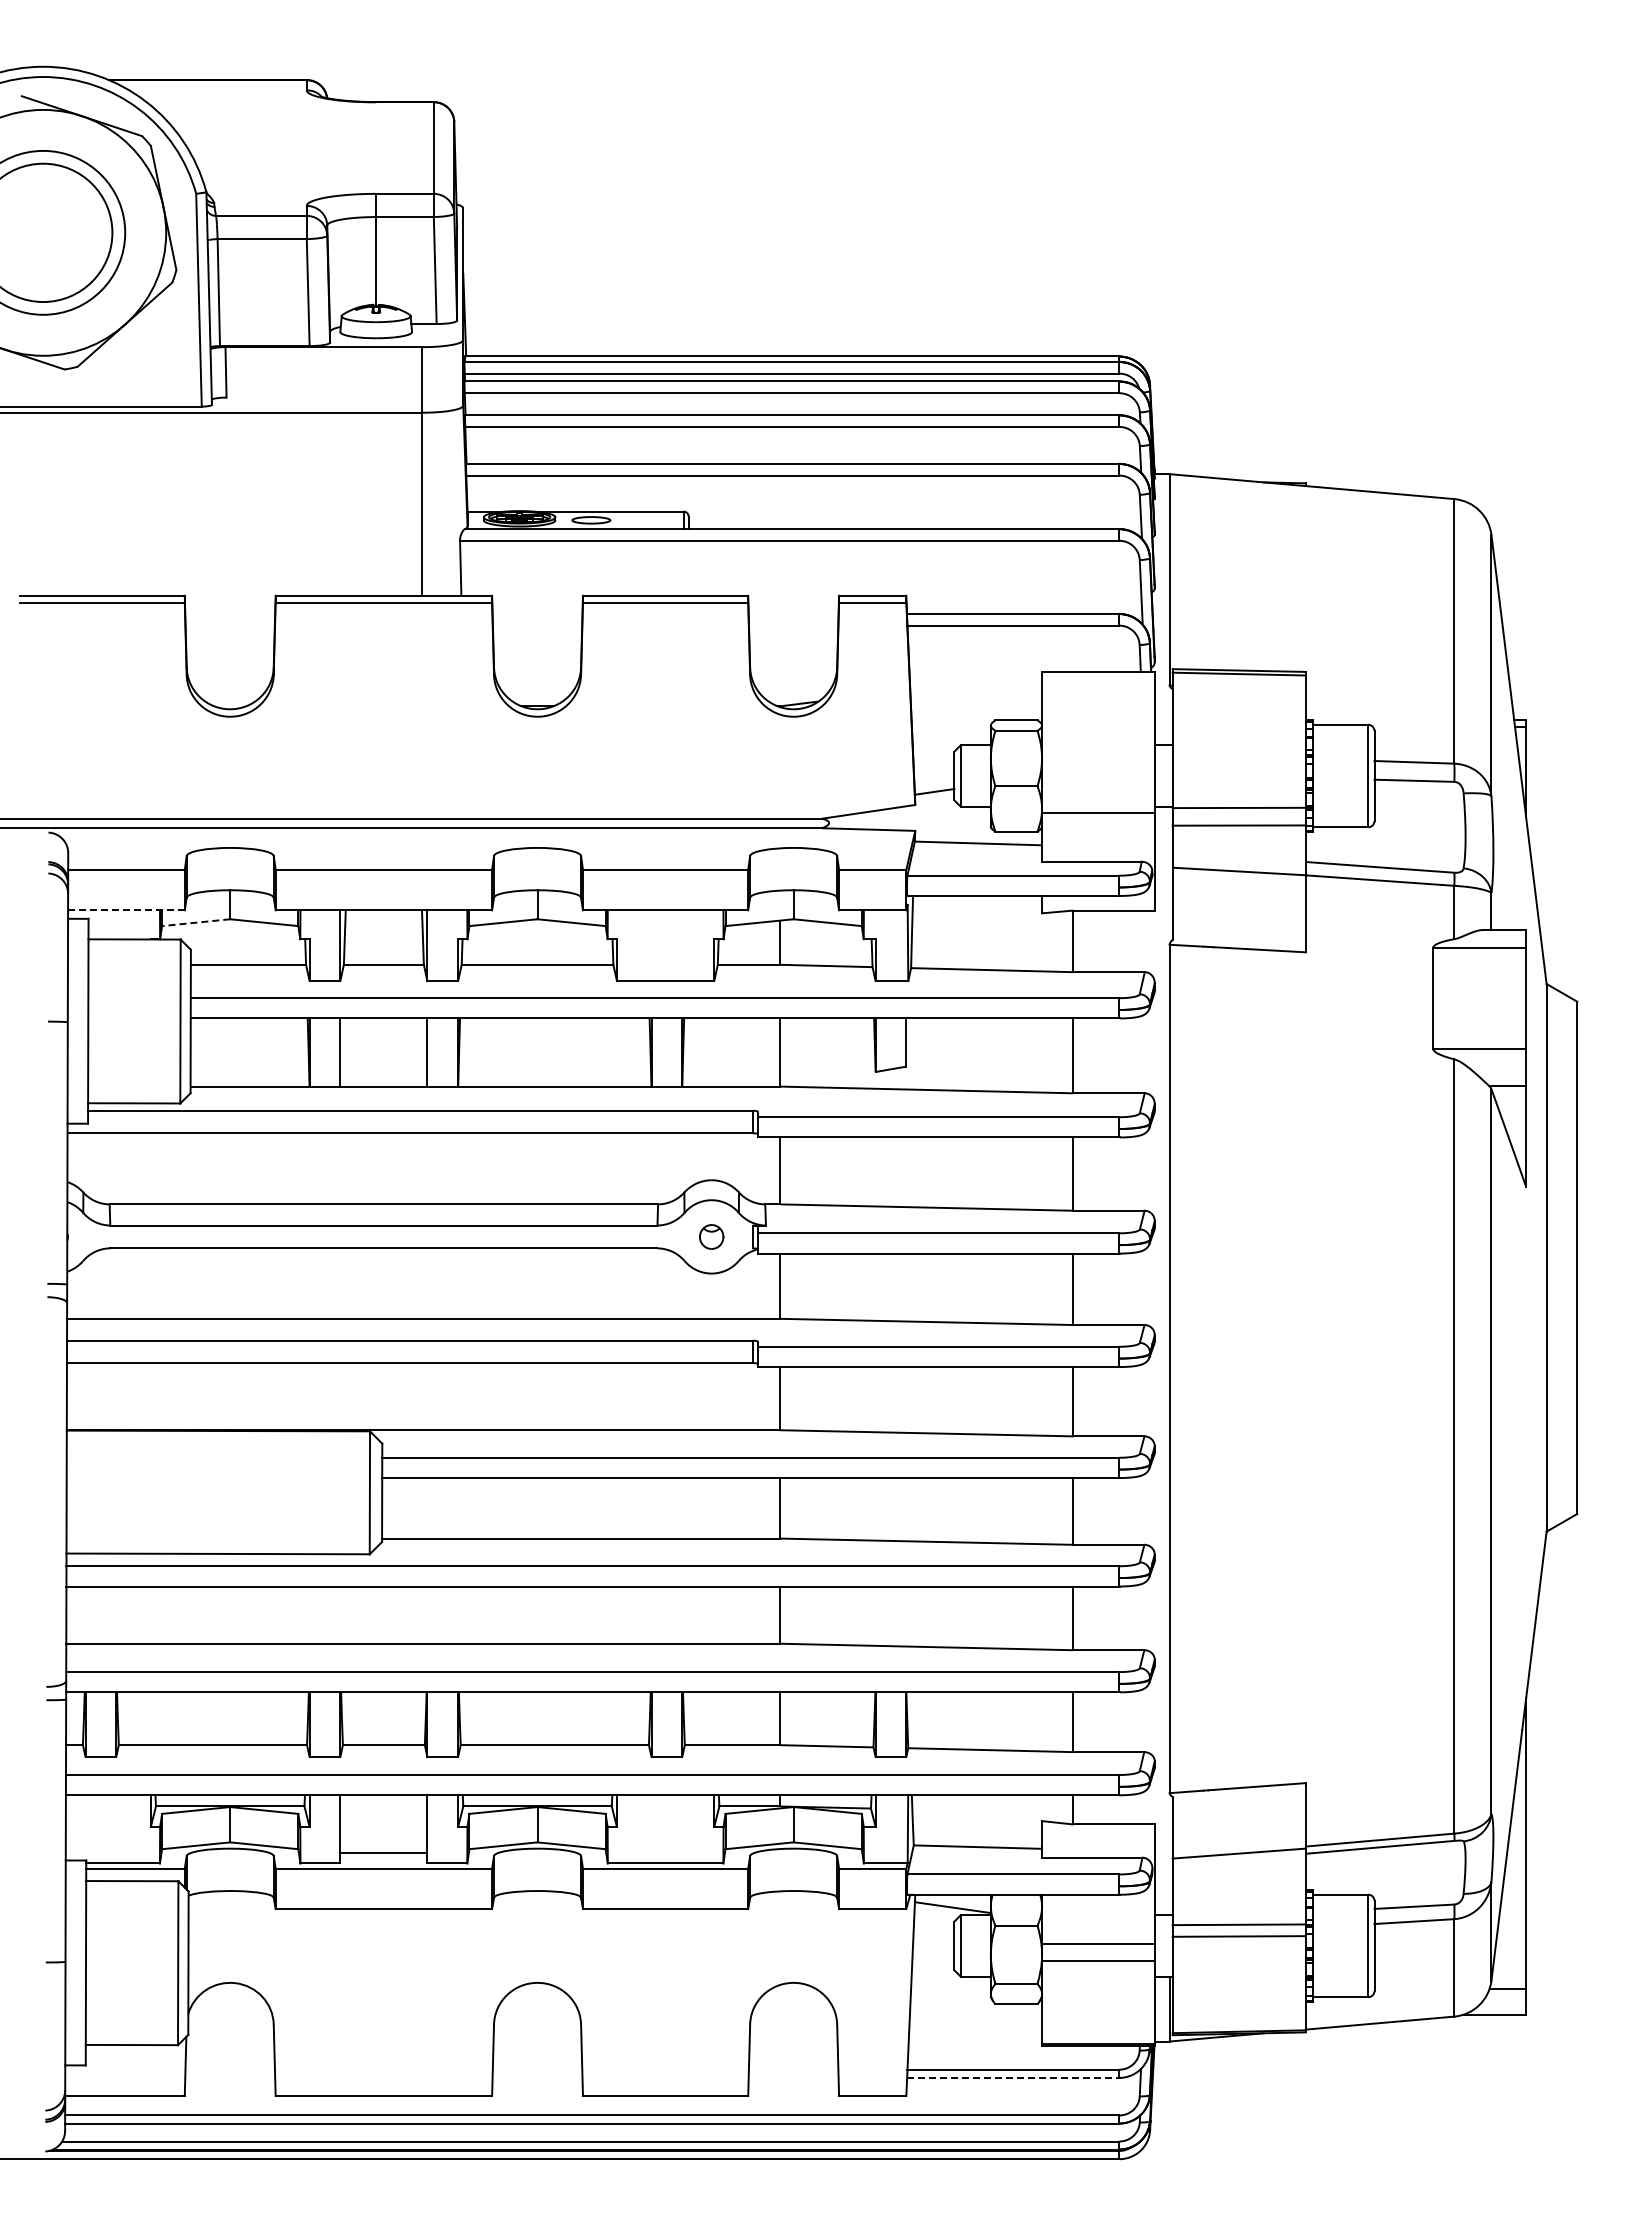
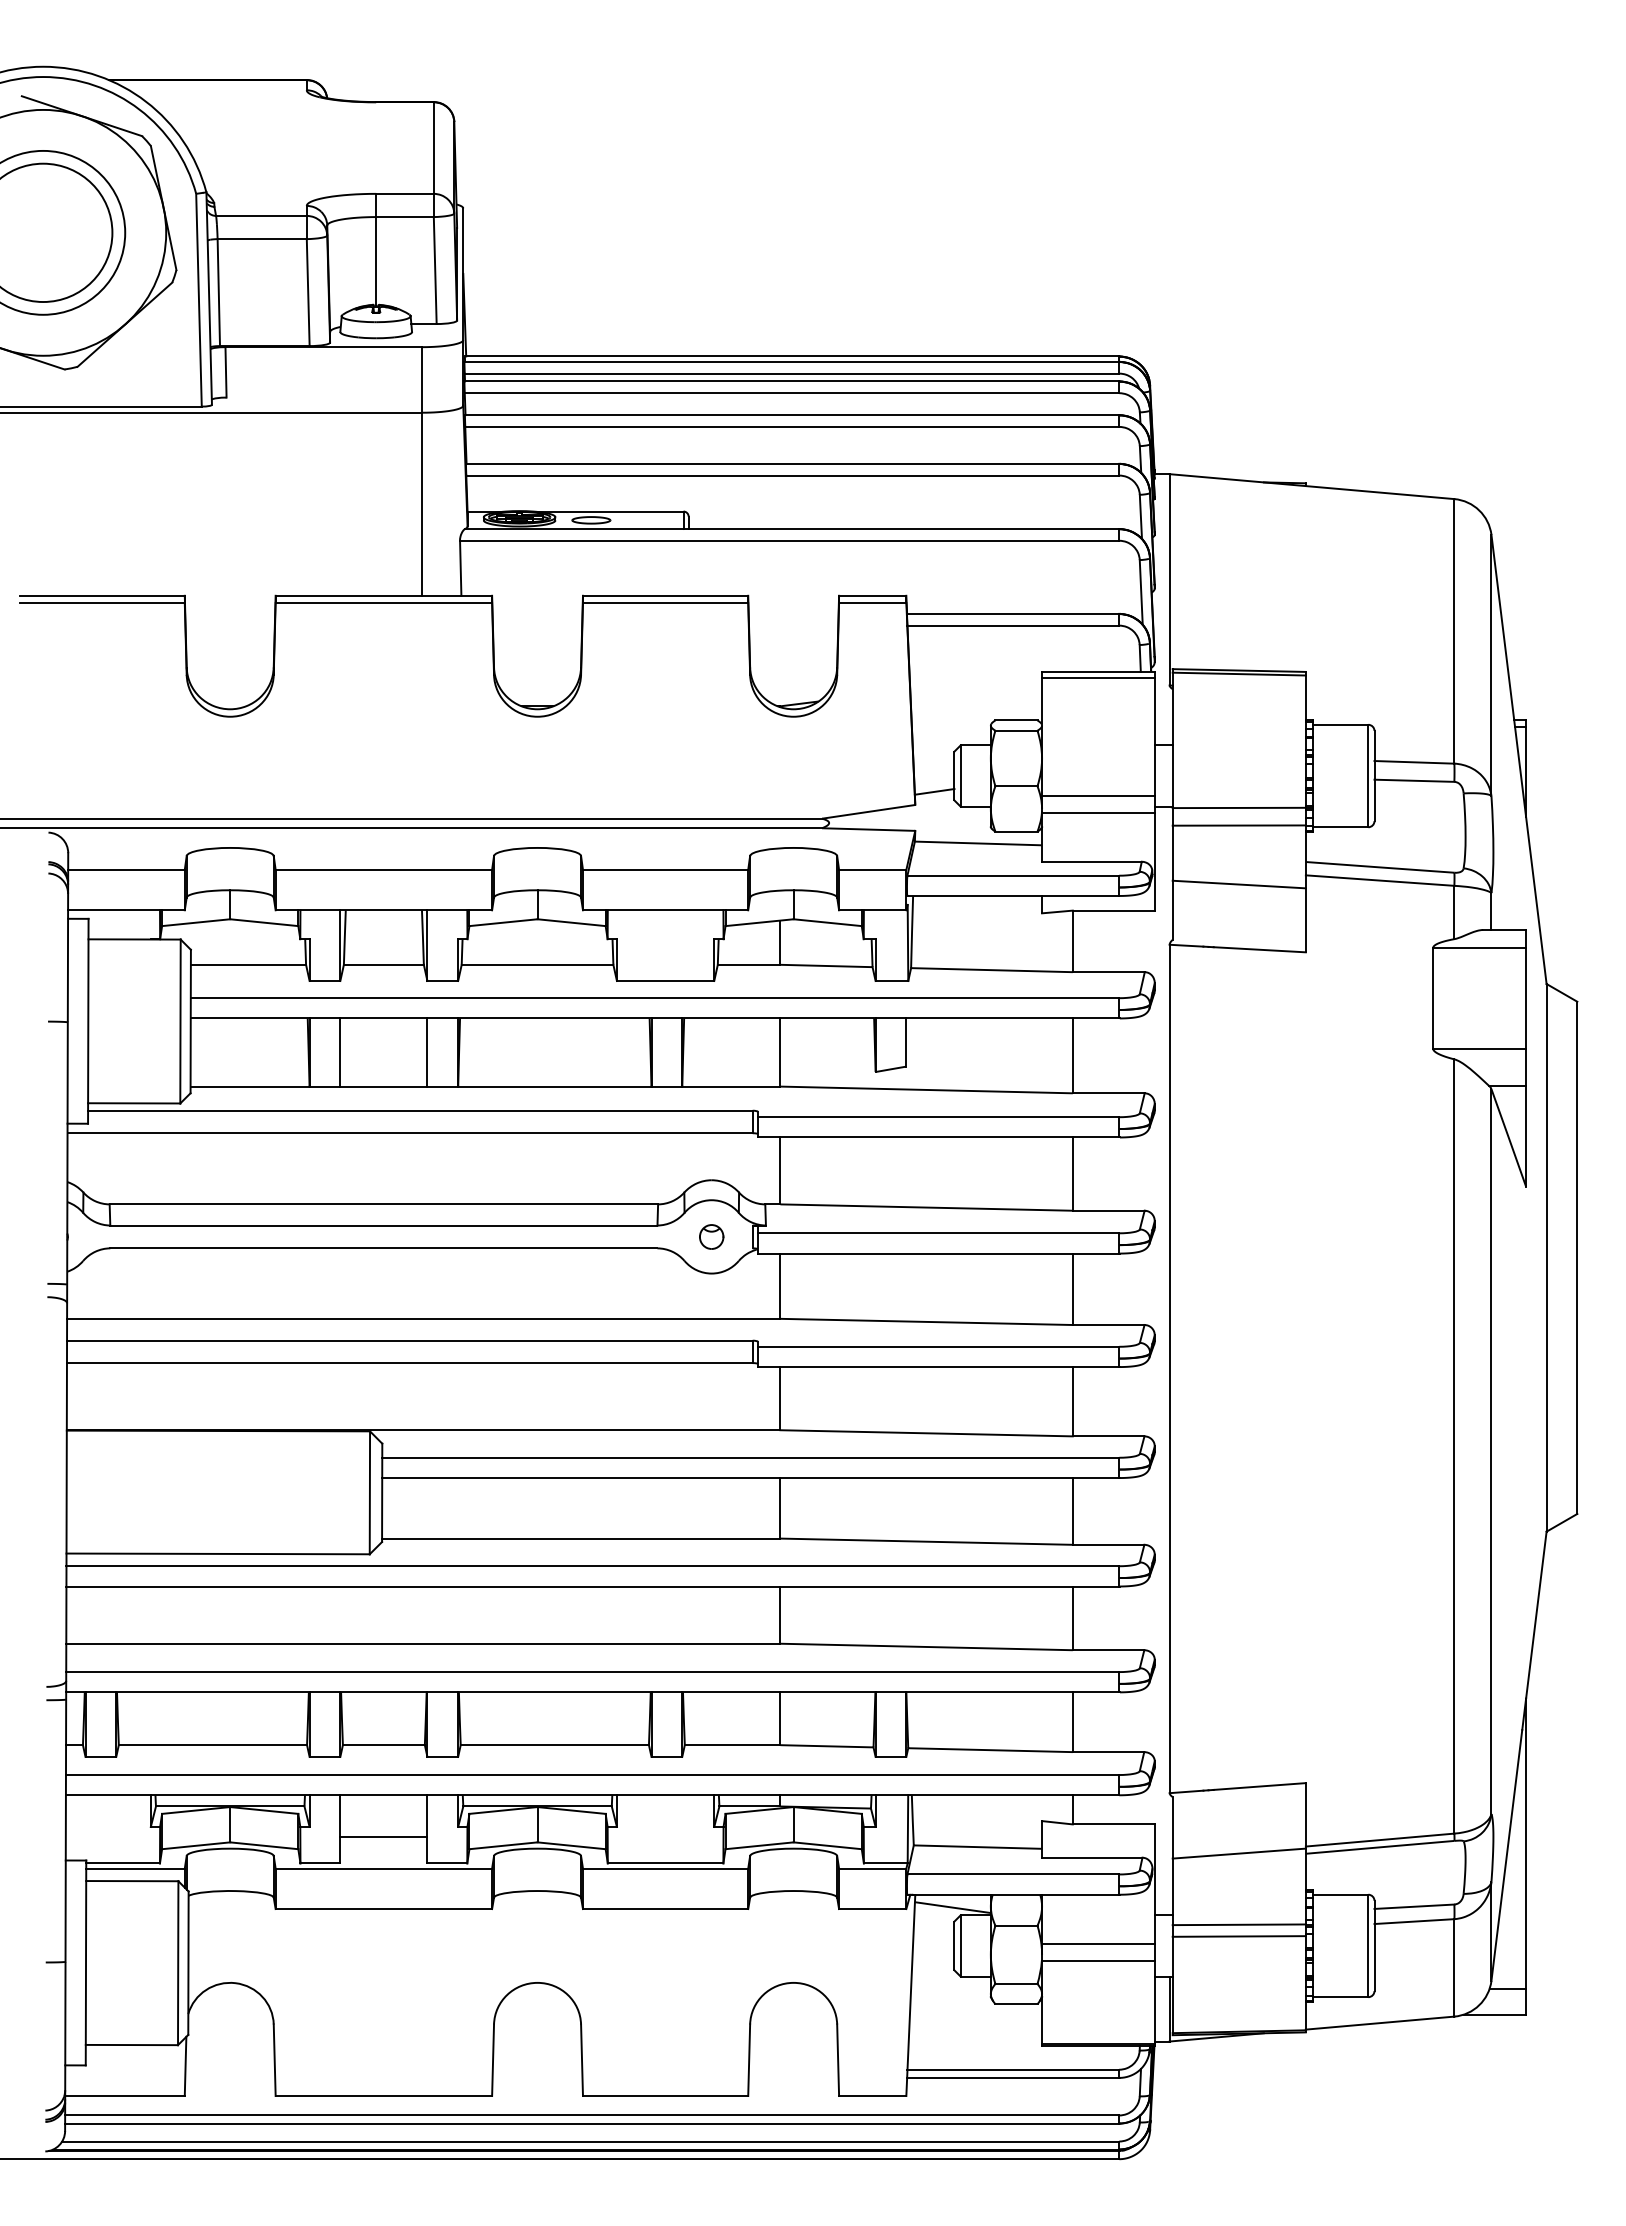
line at (1098, 677): none -> present
line at (1098, 795): none -> present
line at (1239, 871) position: (1239, 871) -> (1238, 884)
line at (126, 910): dashed -> solid
line at (195, 922): dashed -> solid
line at (383, 1852) position: (383, 1852) -> (383, 1836)
line at (1013, 2077): dashed -> solid
